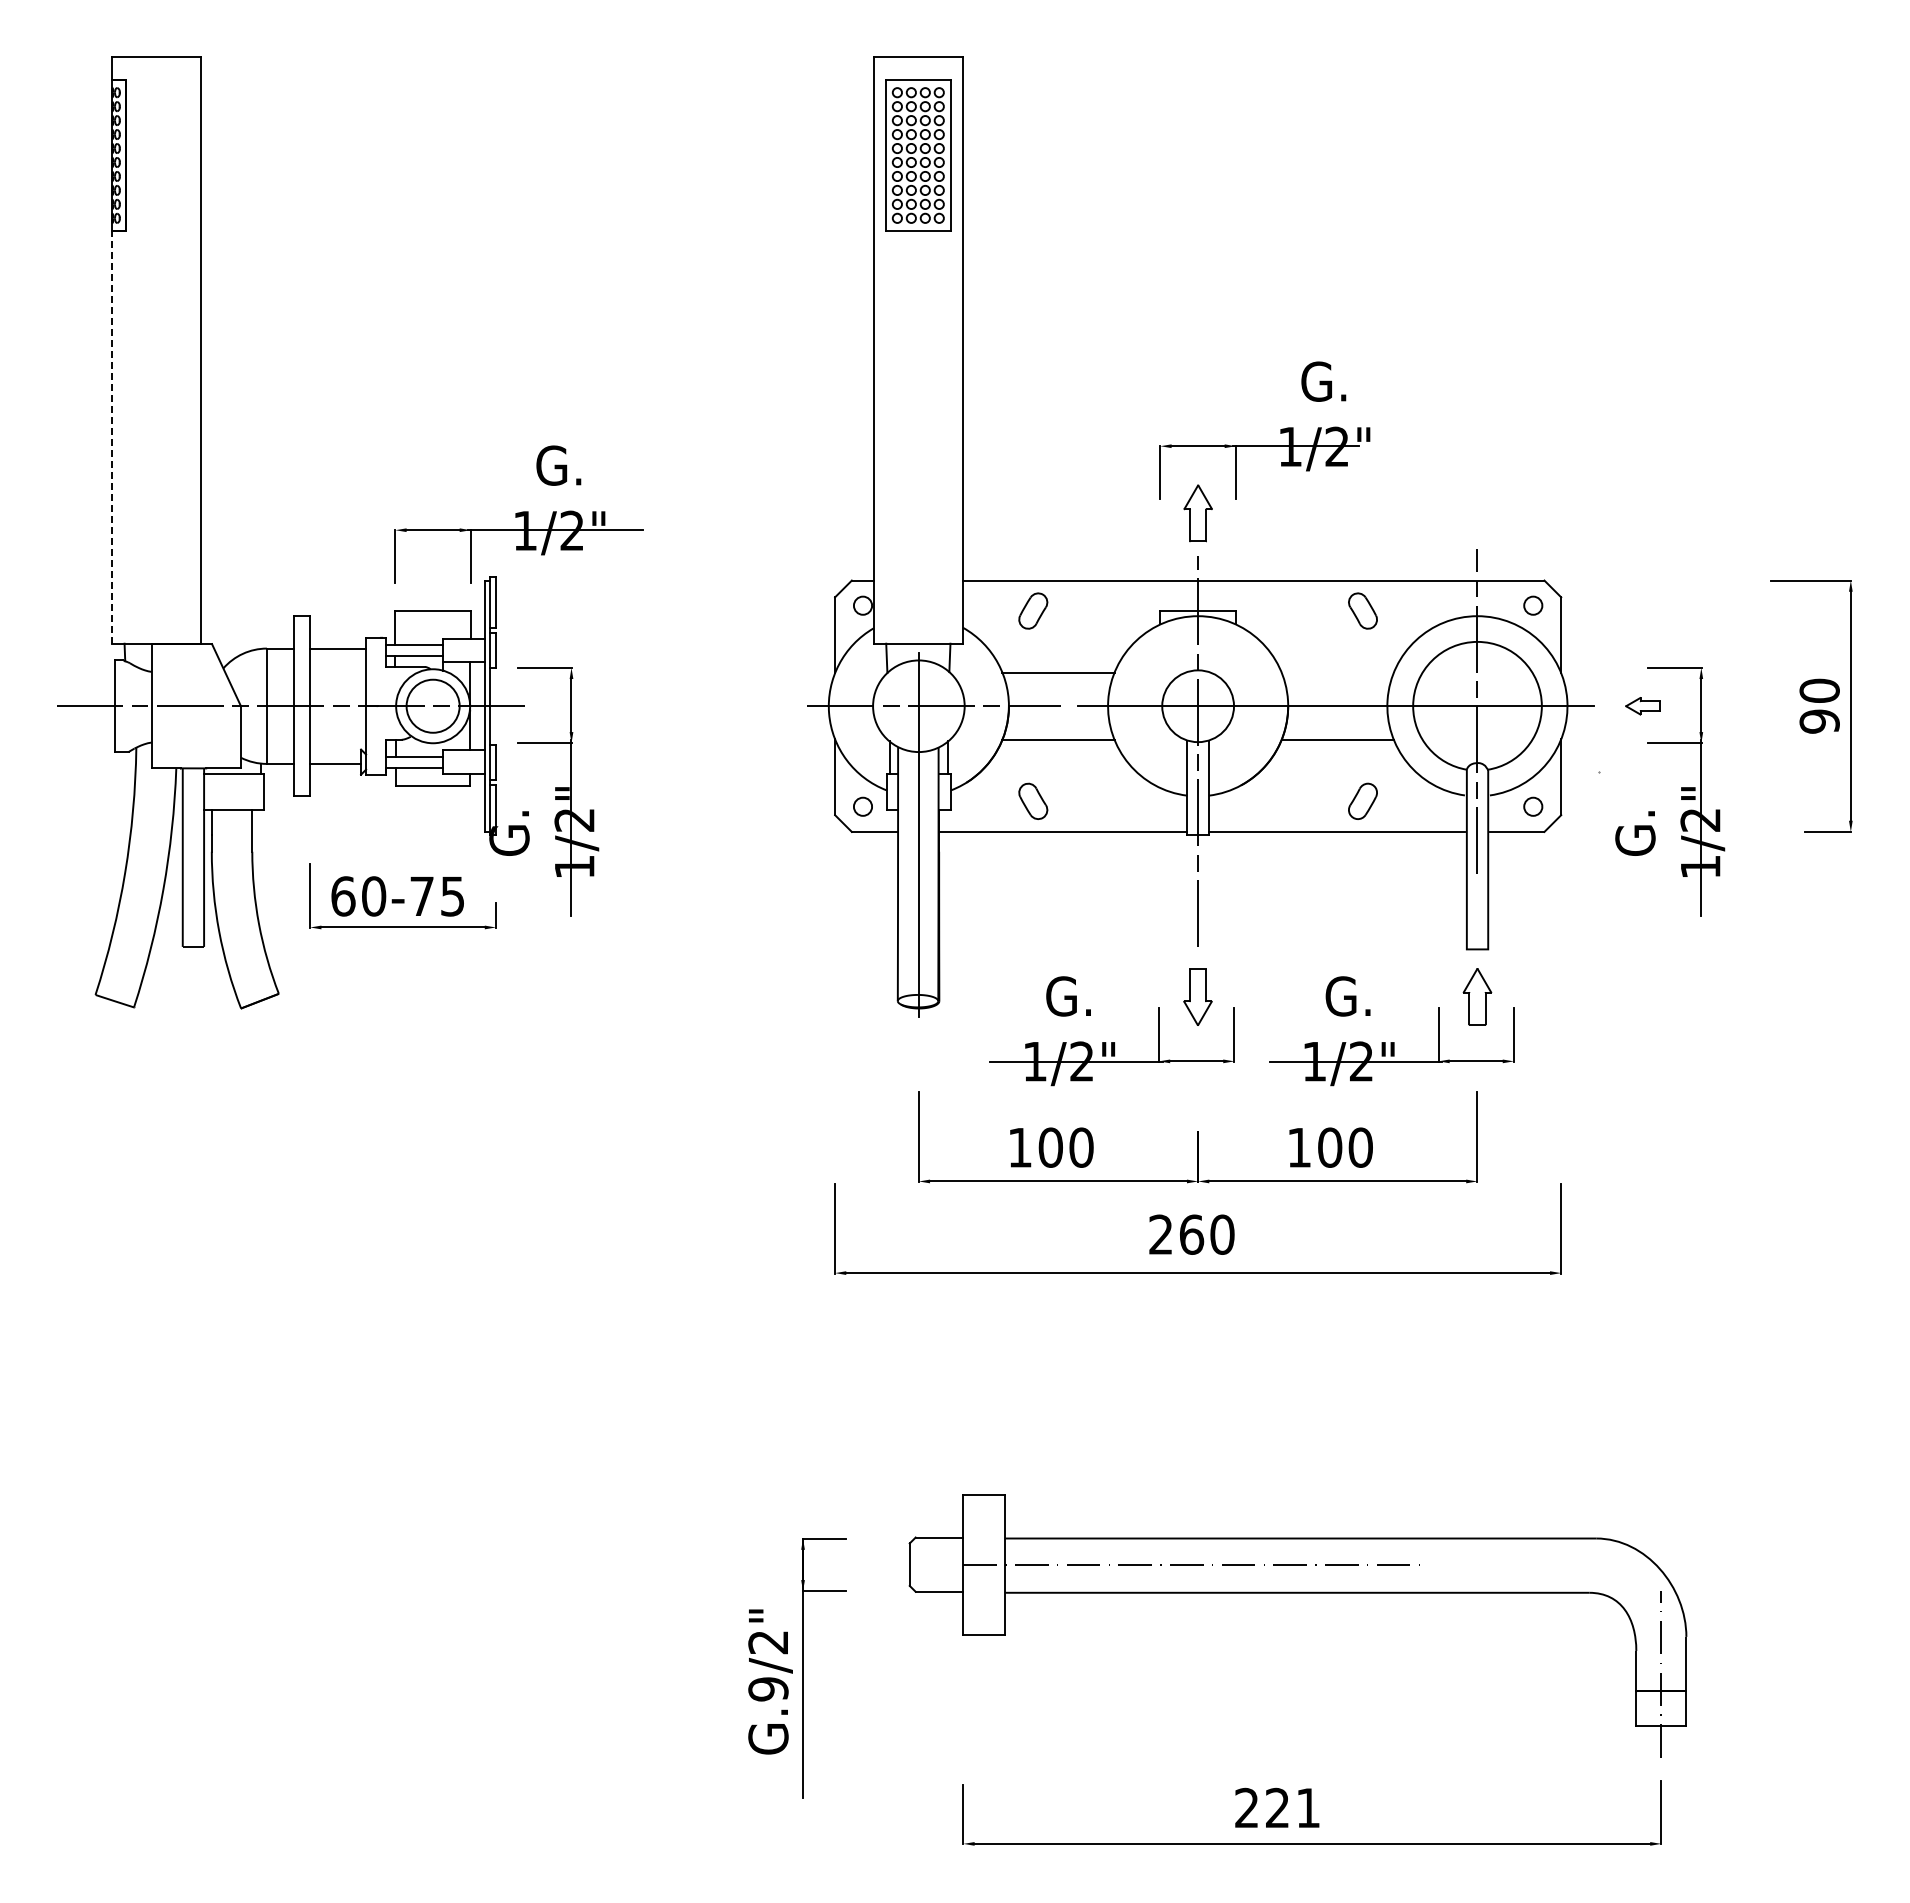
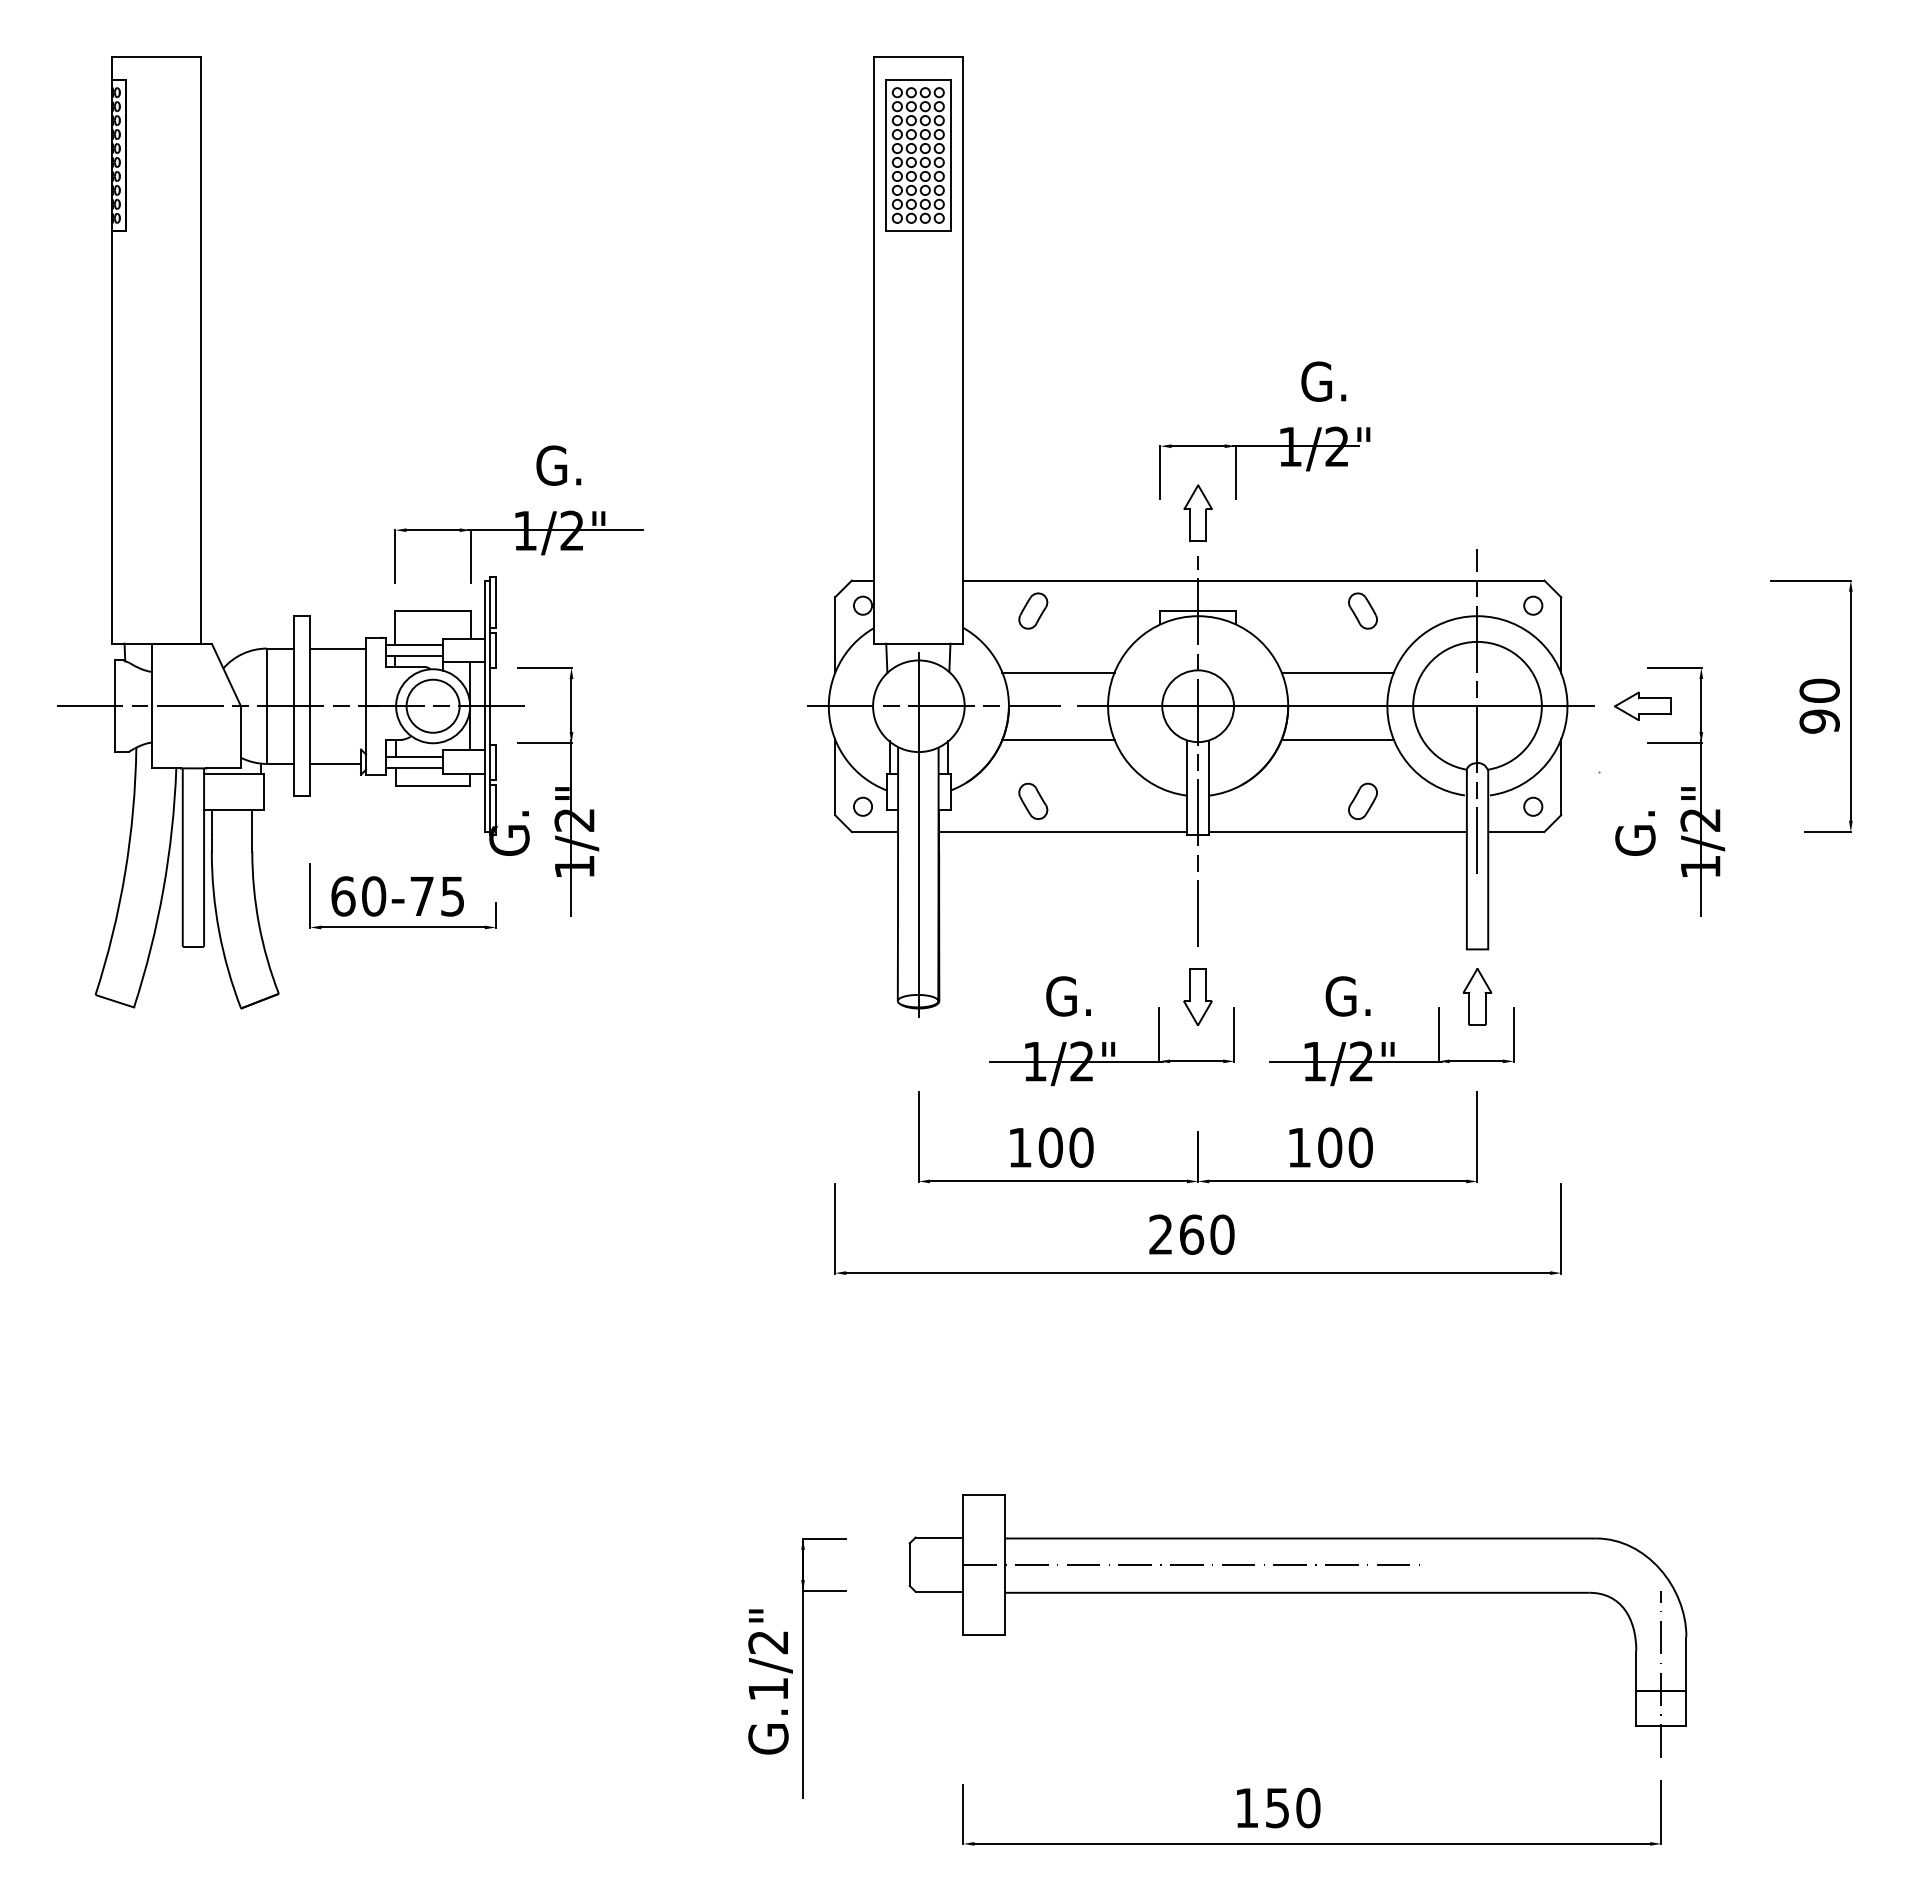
line at (112, 437): dashed -> solid
line at (1337, 672): none -> present
part at (1642, 706) size: 36x19 px -> 58x30 px
text at (768, 1689): G.9/2" -> G.1/2"
text at (1277, 1807): 221 -> 150
